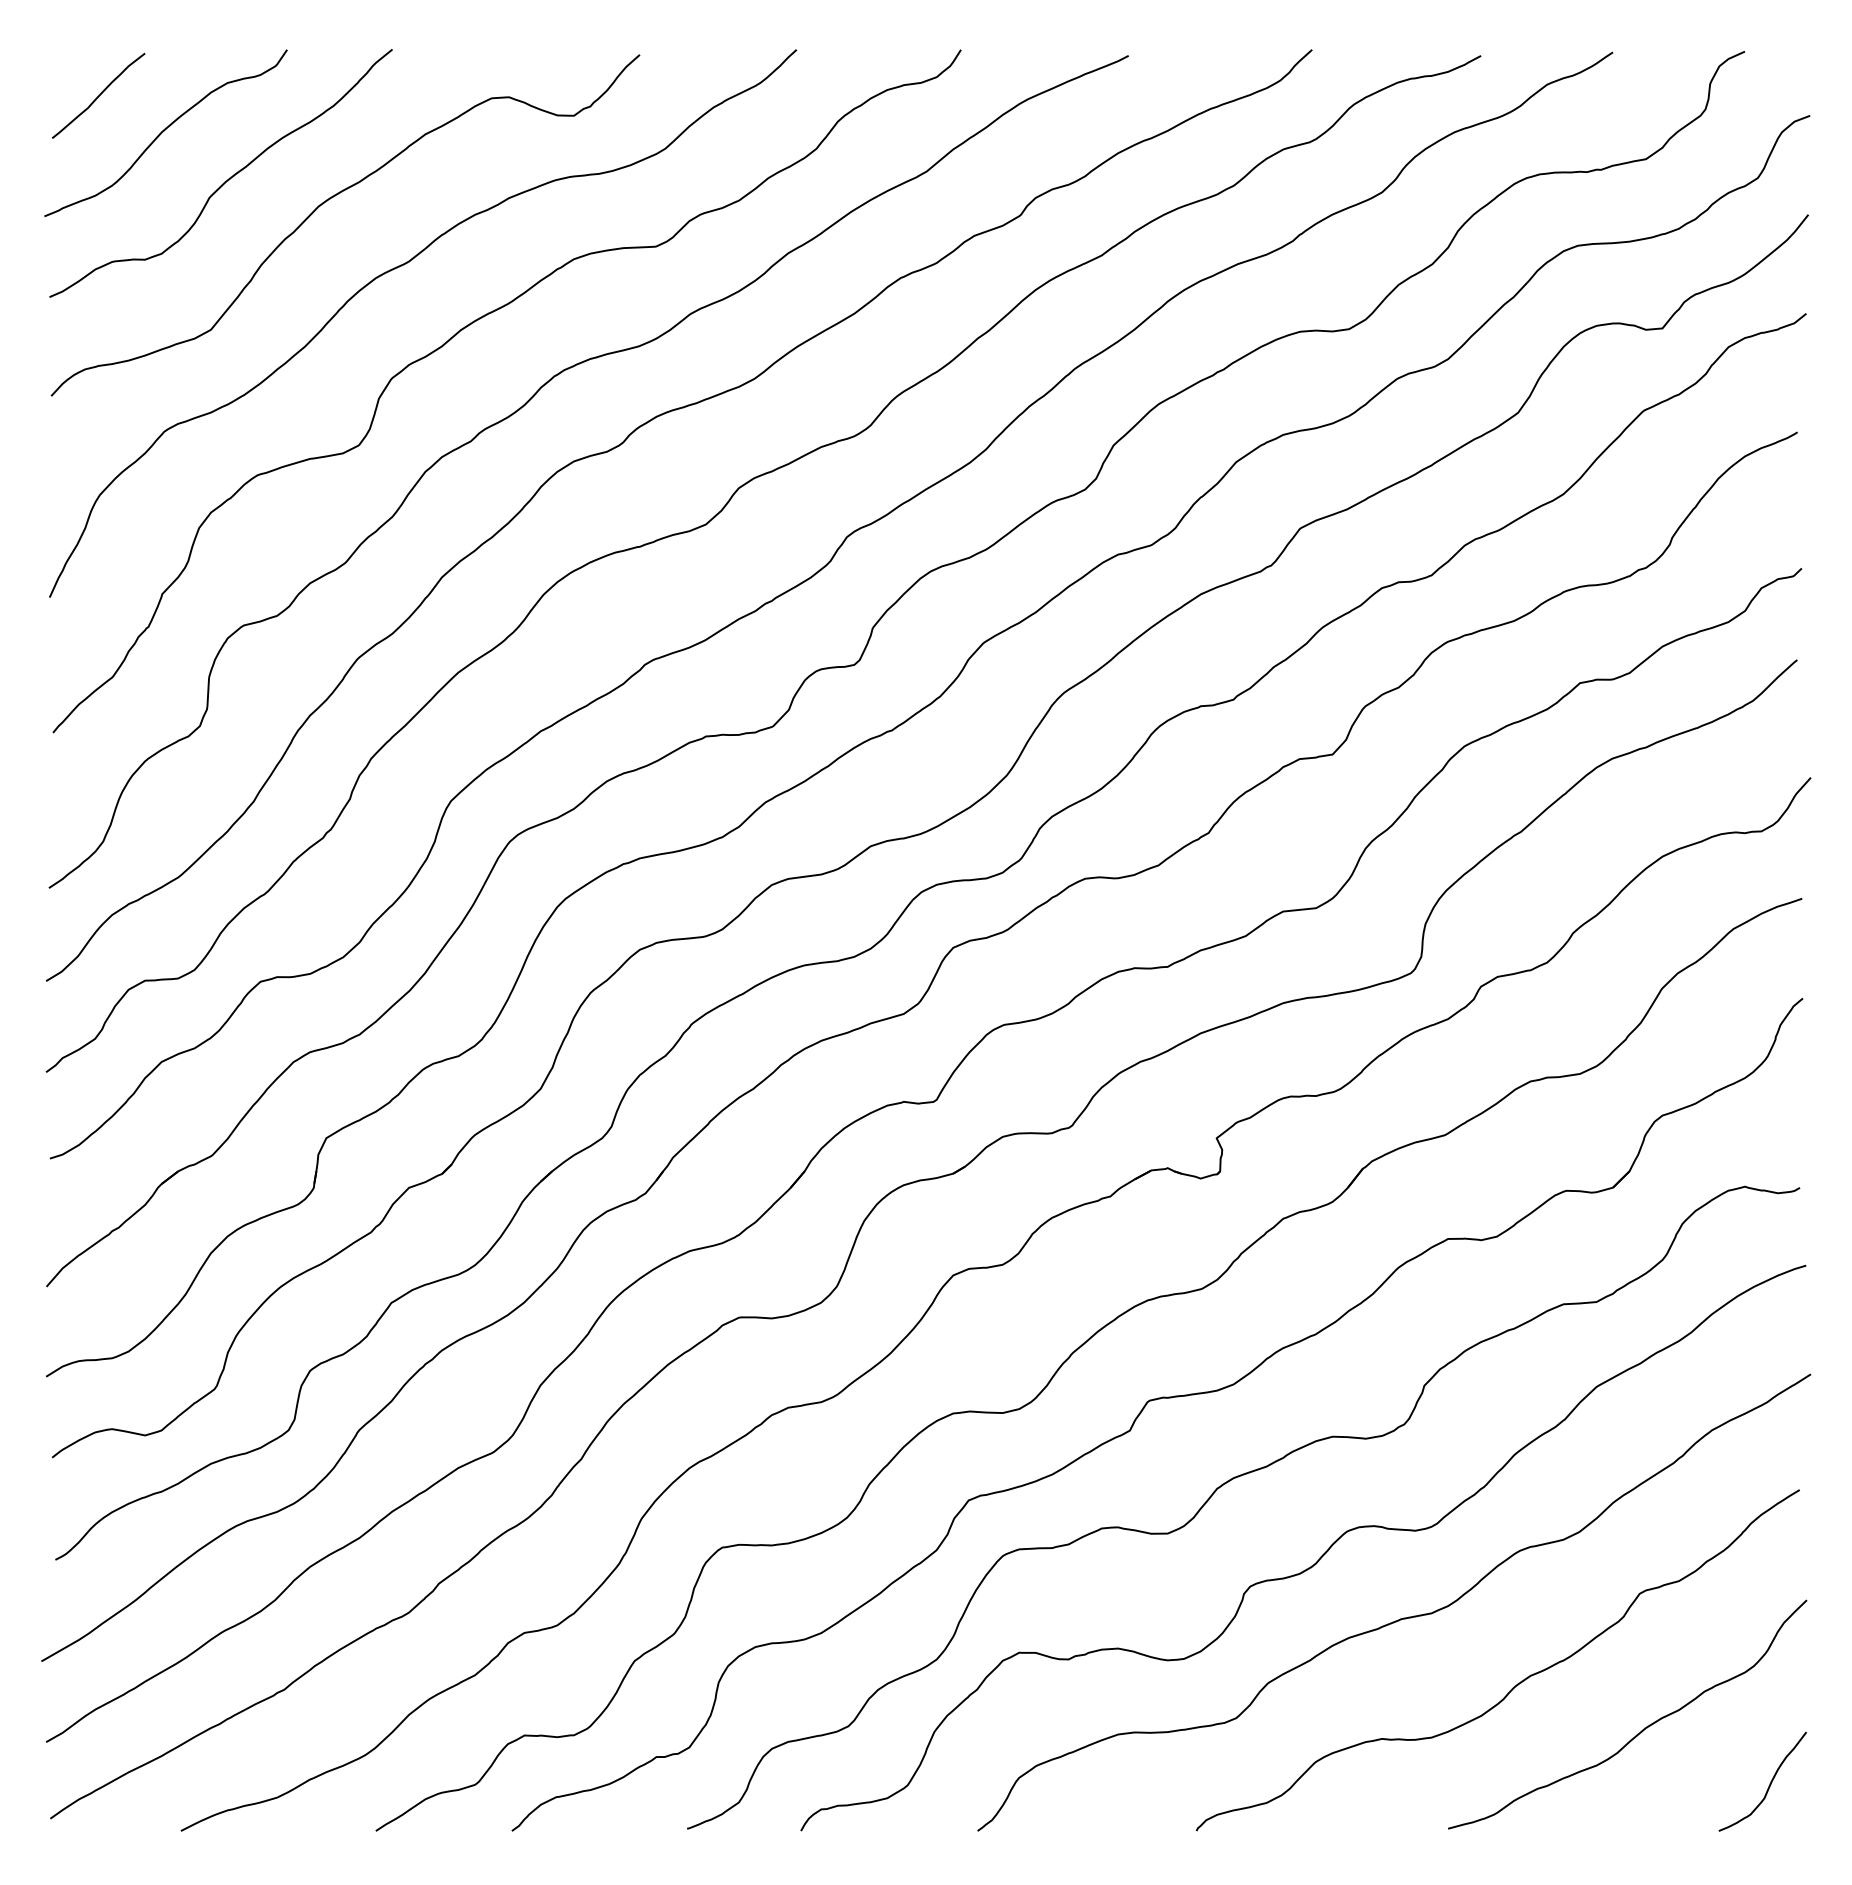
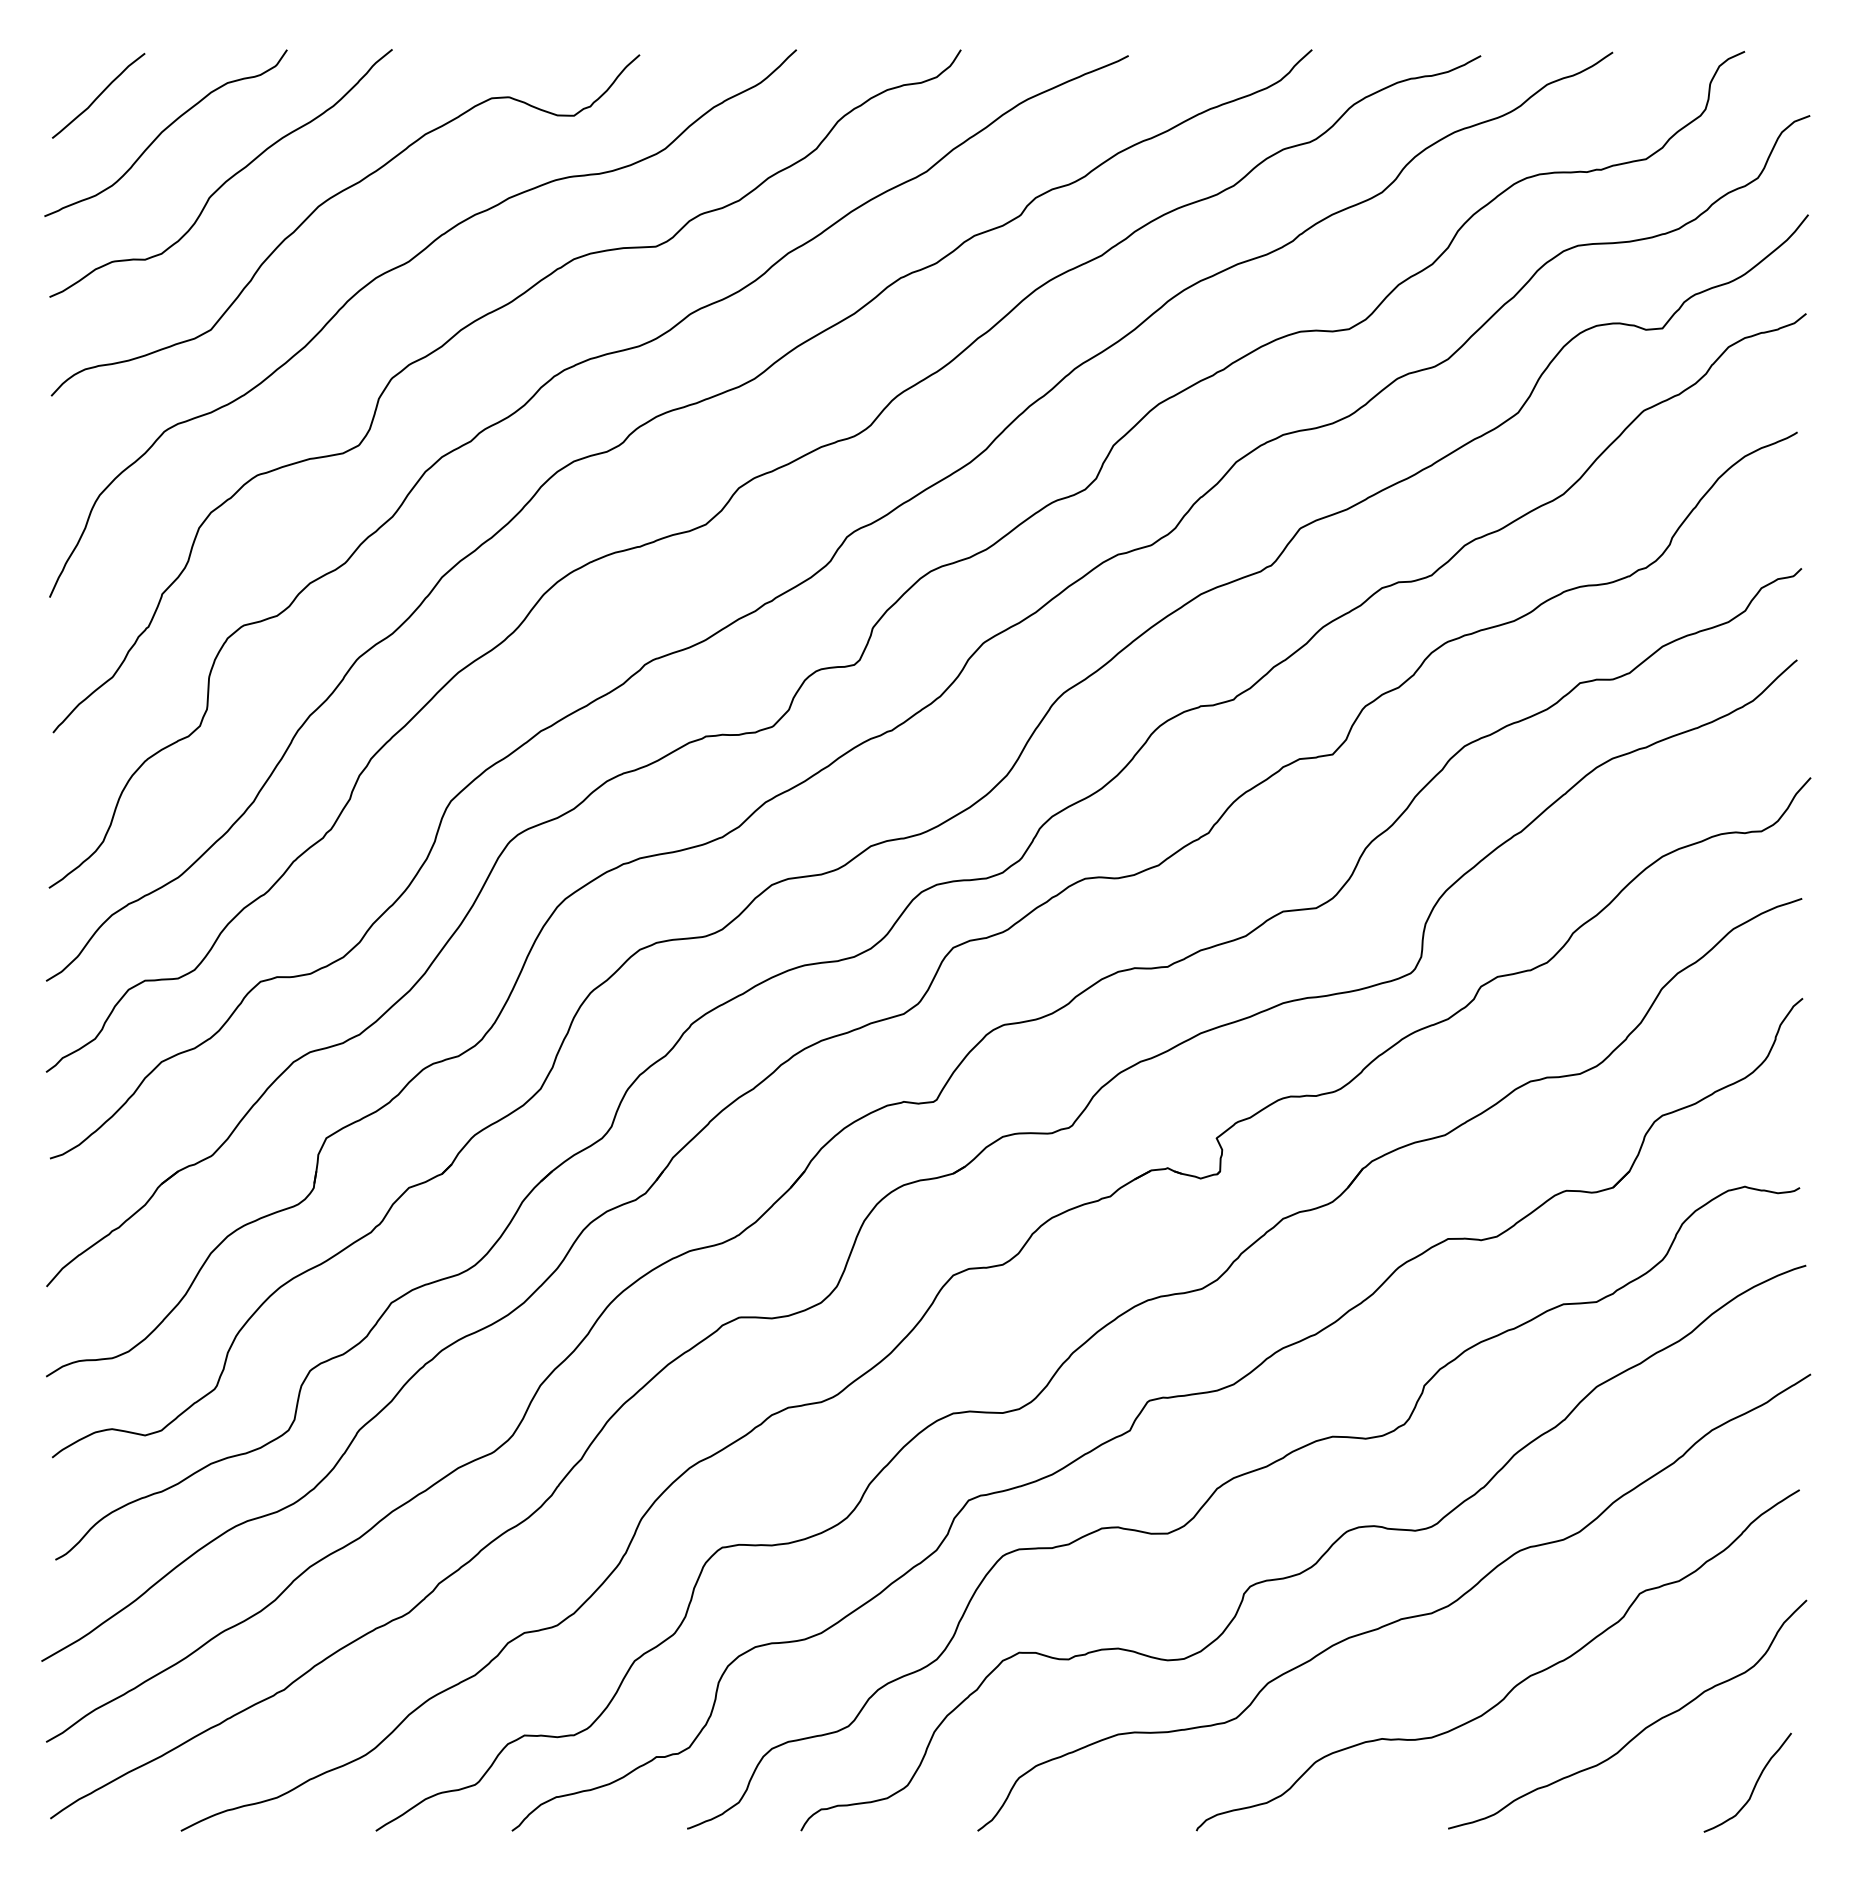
curve at (1769, 1783) position: (1769, 1783) -> (1754, 1784)
